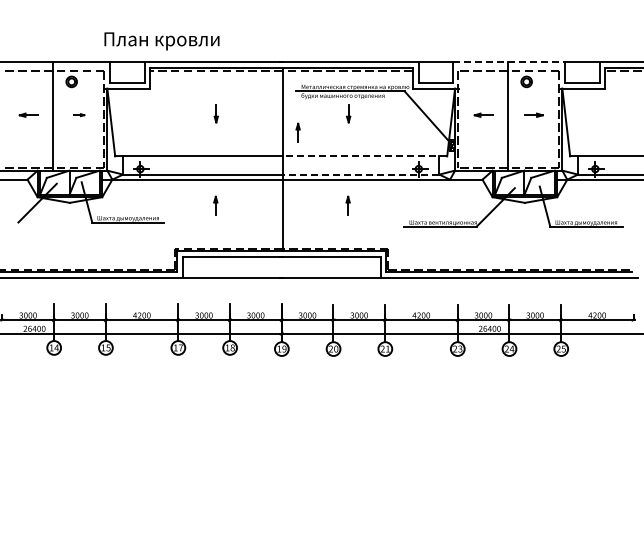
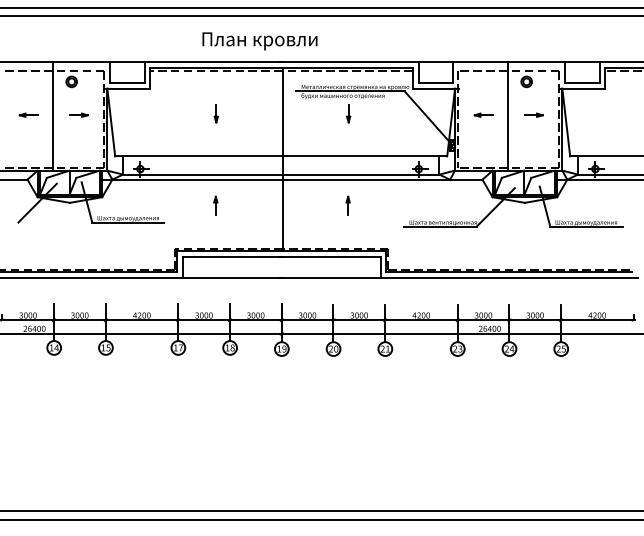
line at (321, 7): none -> present
line at (321, 16): none -> present
text at (161, 41) position: (161, 41) -> (259, 41)
line at (509, 62): dashed -> solid
part at (79, 115) size: 13x5 px -> 20x6 px
part at (297, 132): present -> none
line at (364, 156): dashed -> solid
line at (360, 174): dashed -> solid
line at (321, 511): none -> present
line at (321, 519): none -> present
